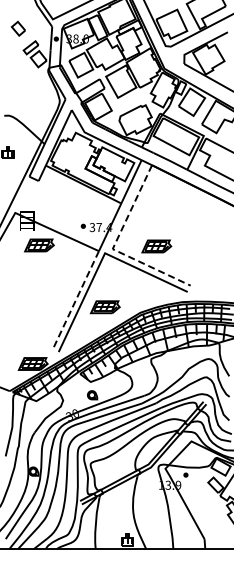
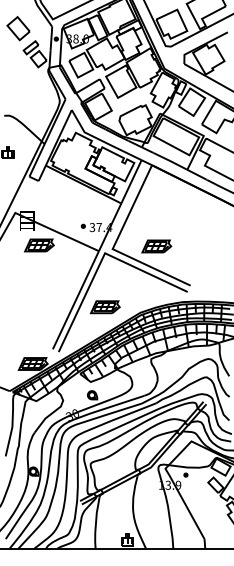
part at (17, 28) size: 16x17 px -> 25x26 px
line at (113, 247): dashed -> solid
line at (75, 300): dashed -> solid
